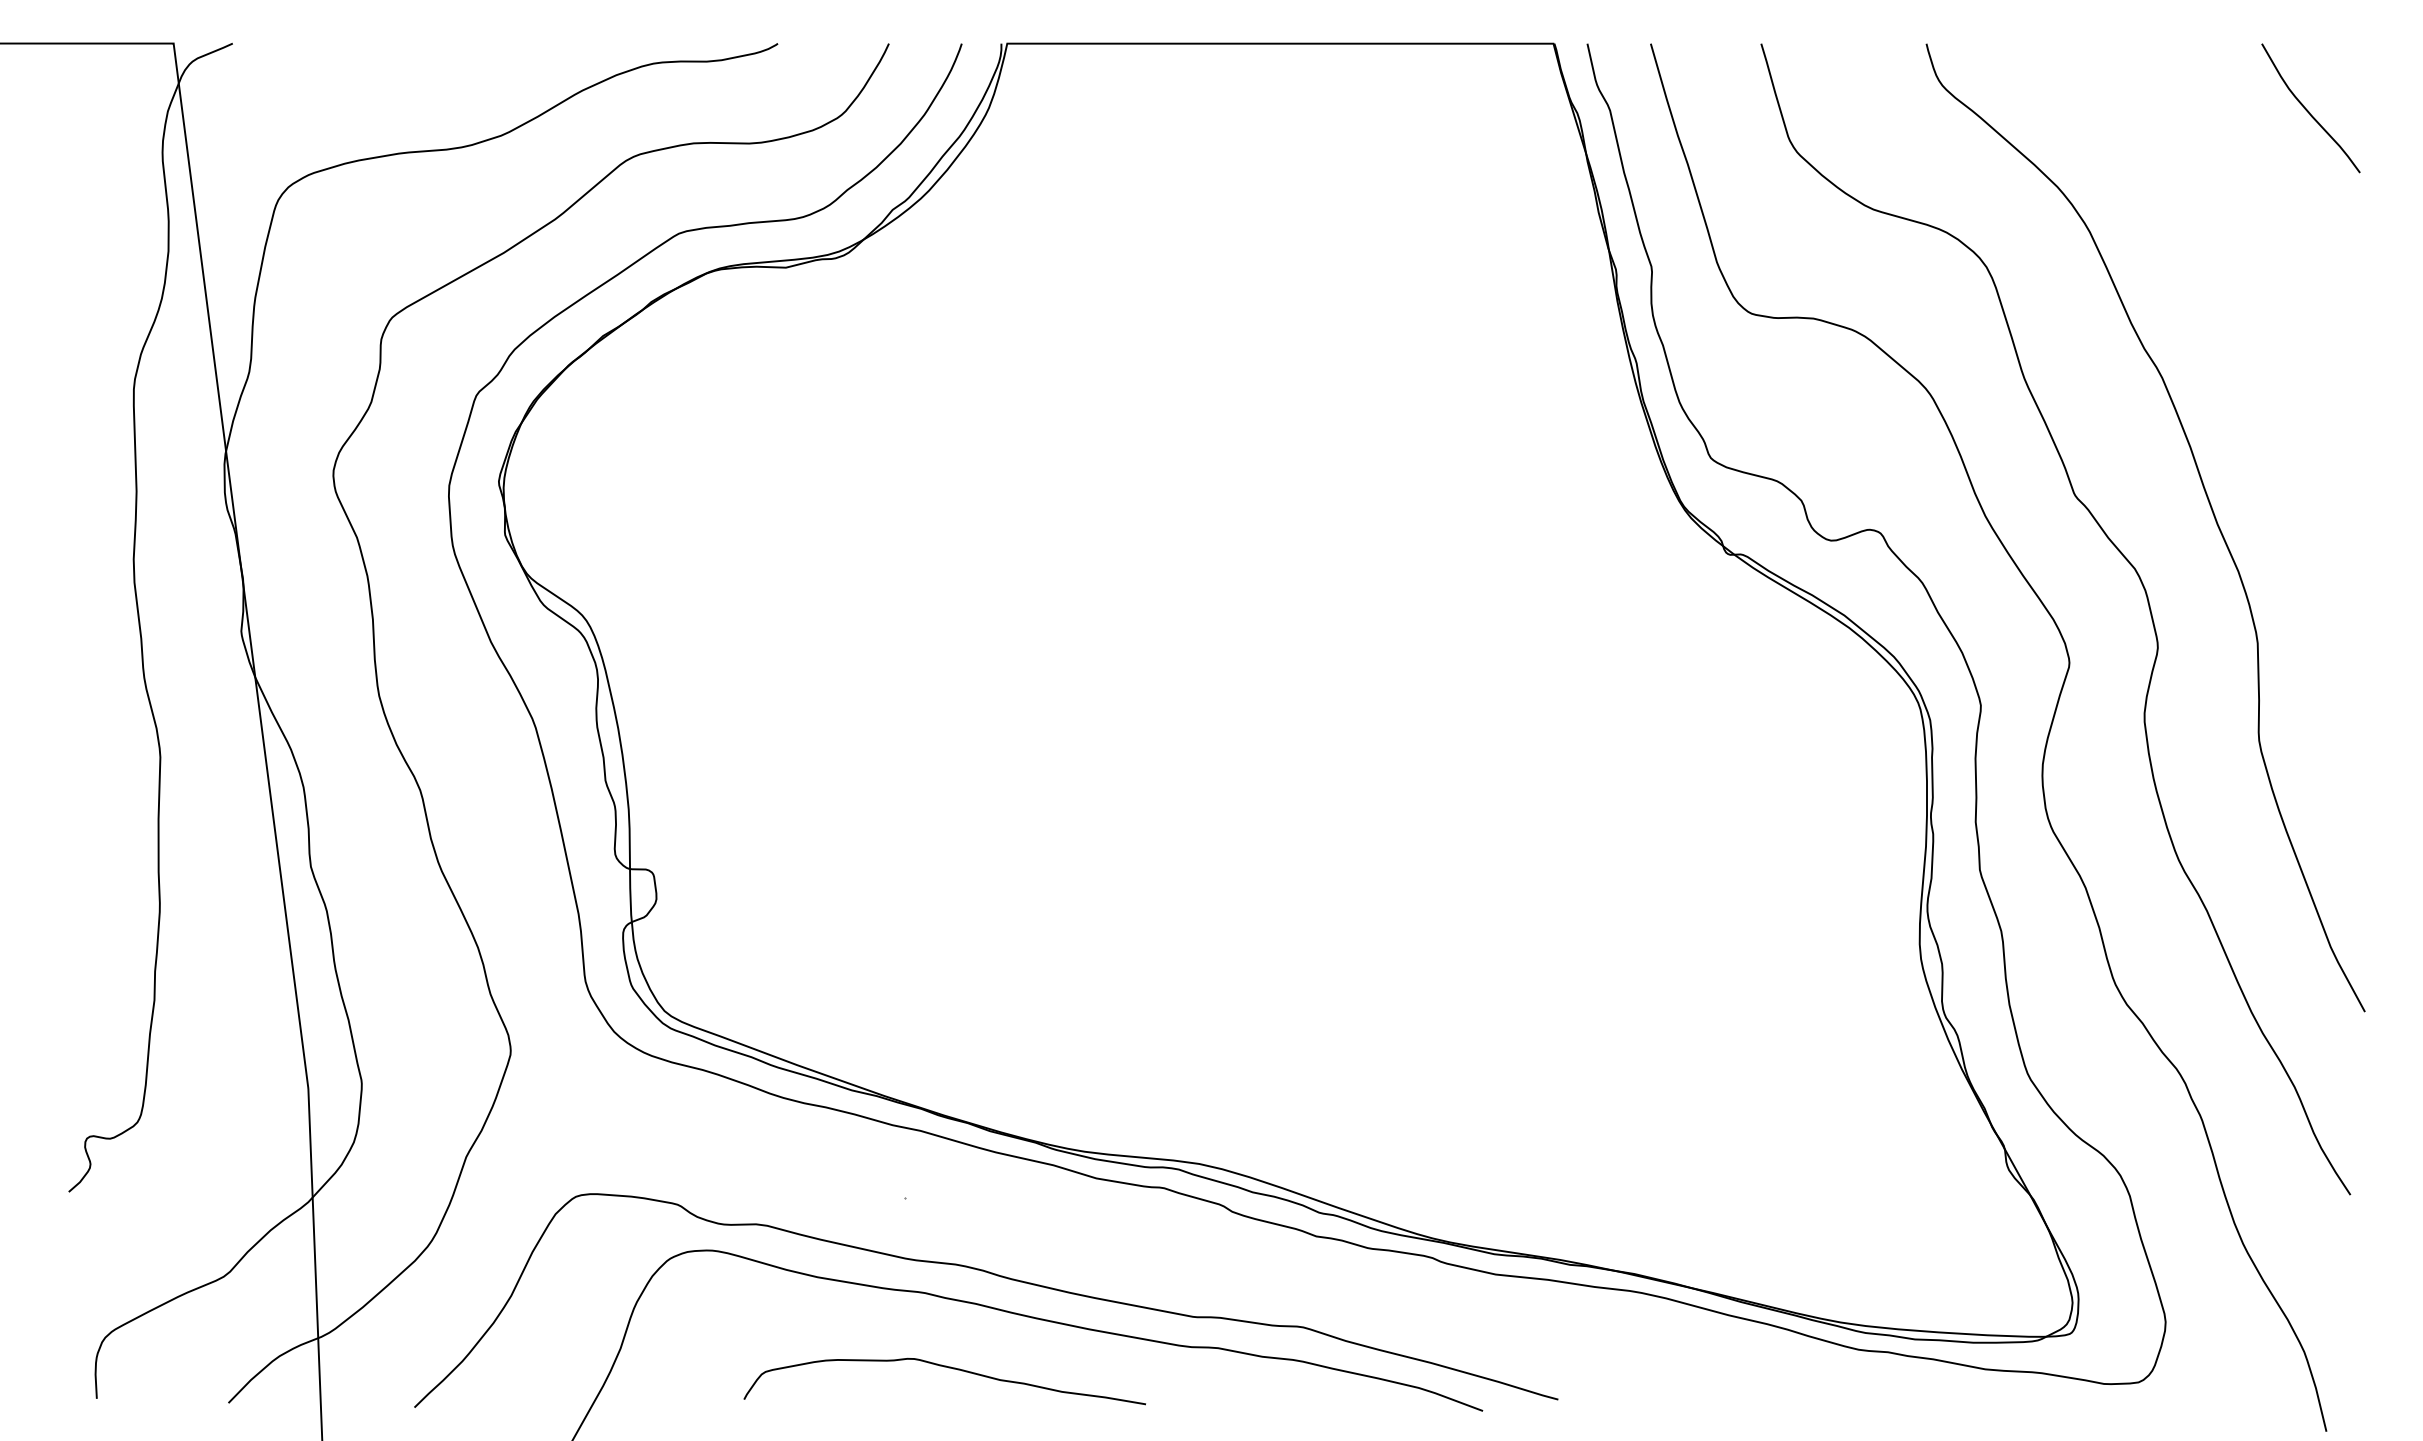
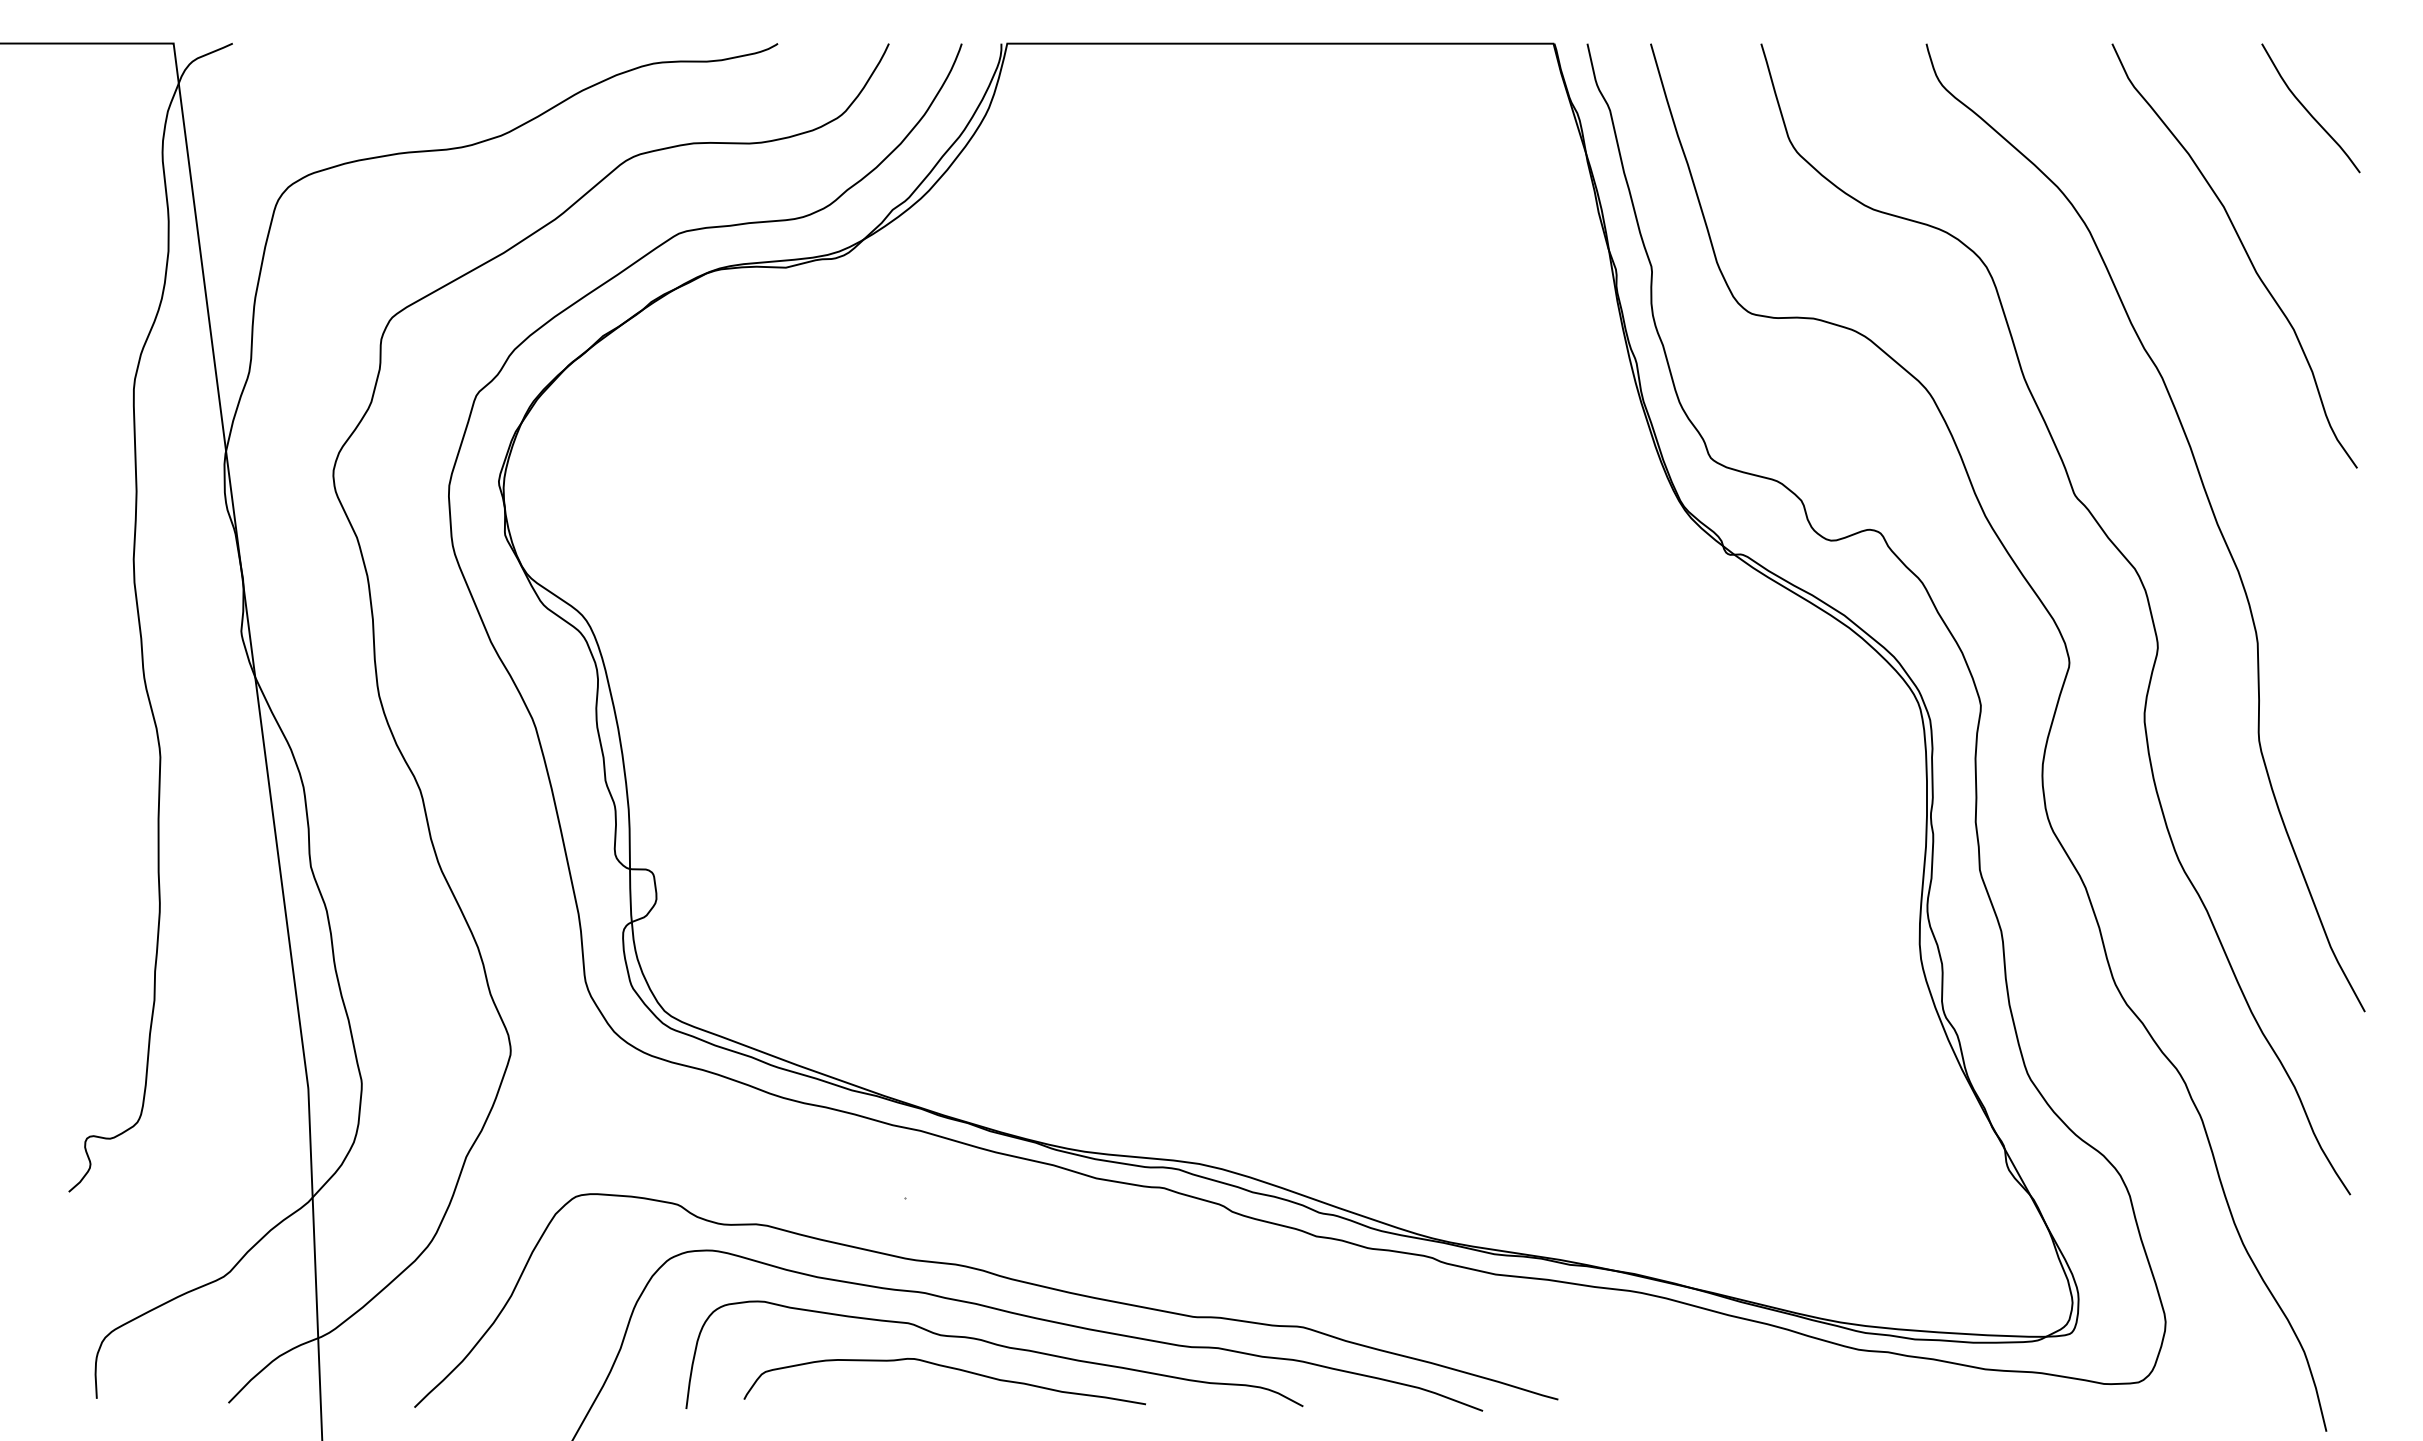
curve at (2244, 251): none -> present
curve at (995, 1345): none -> present
